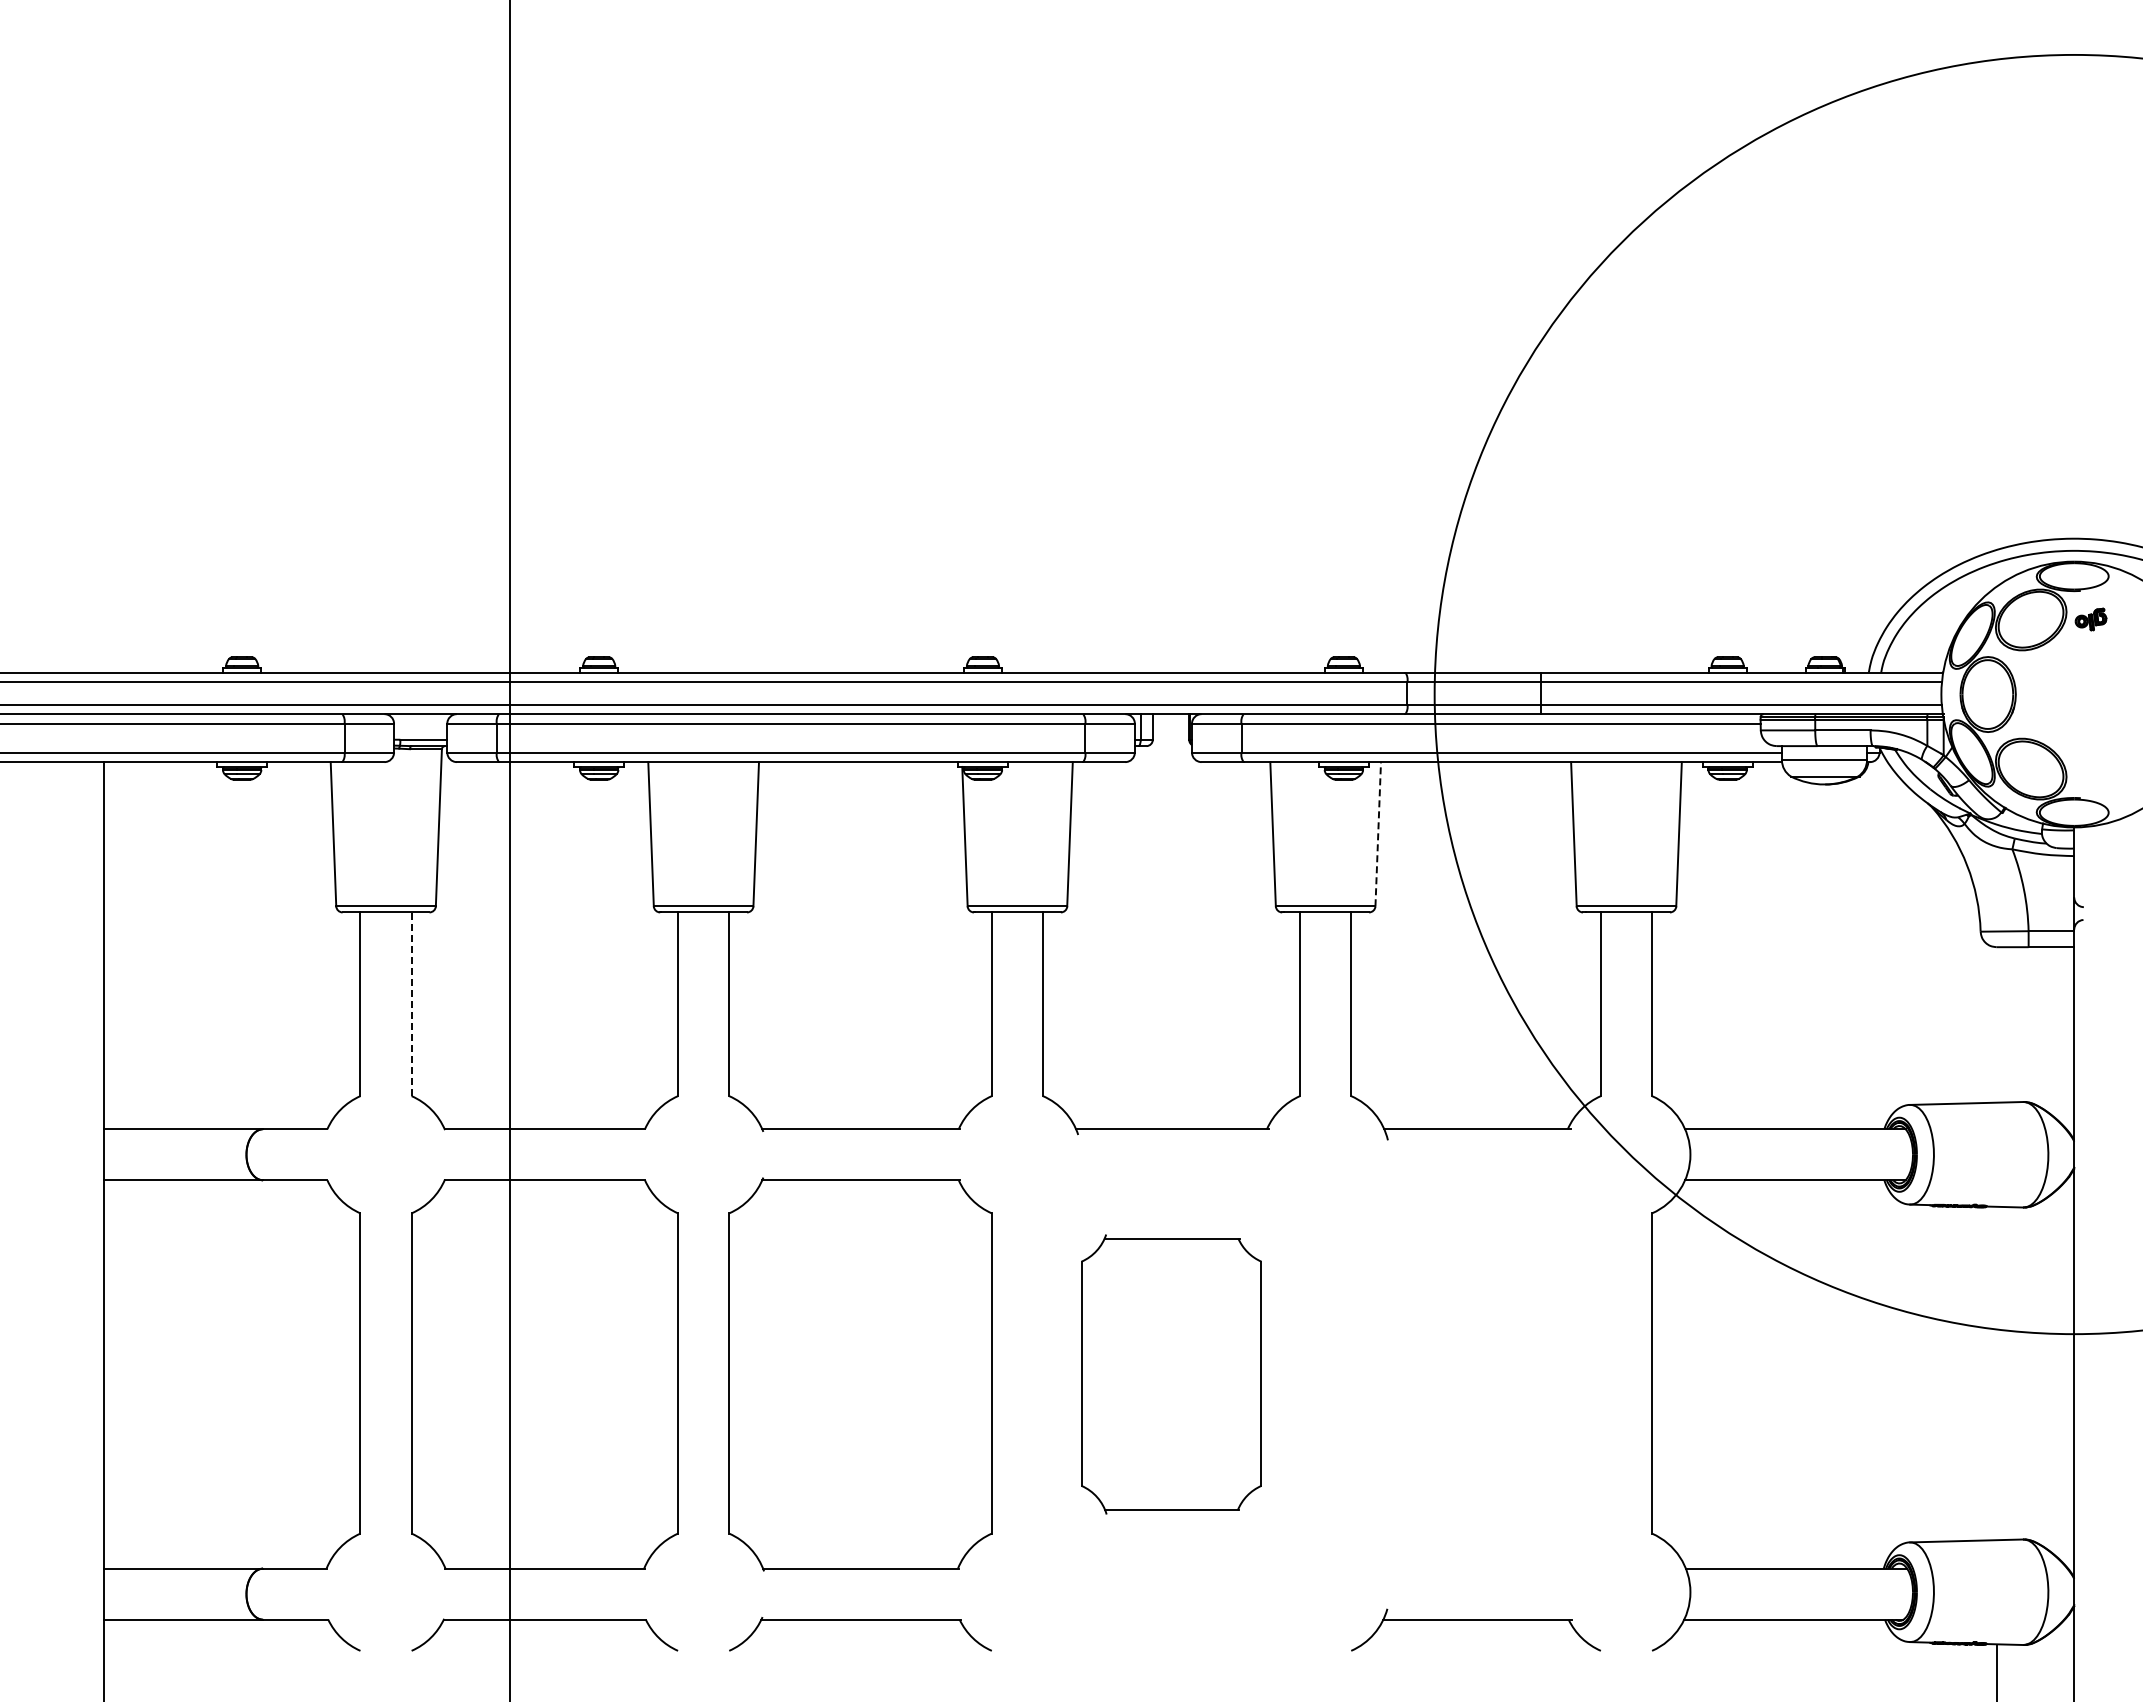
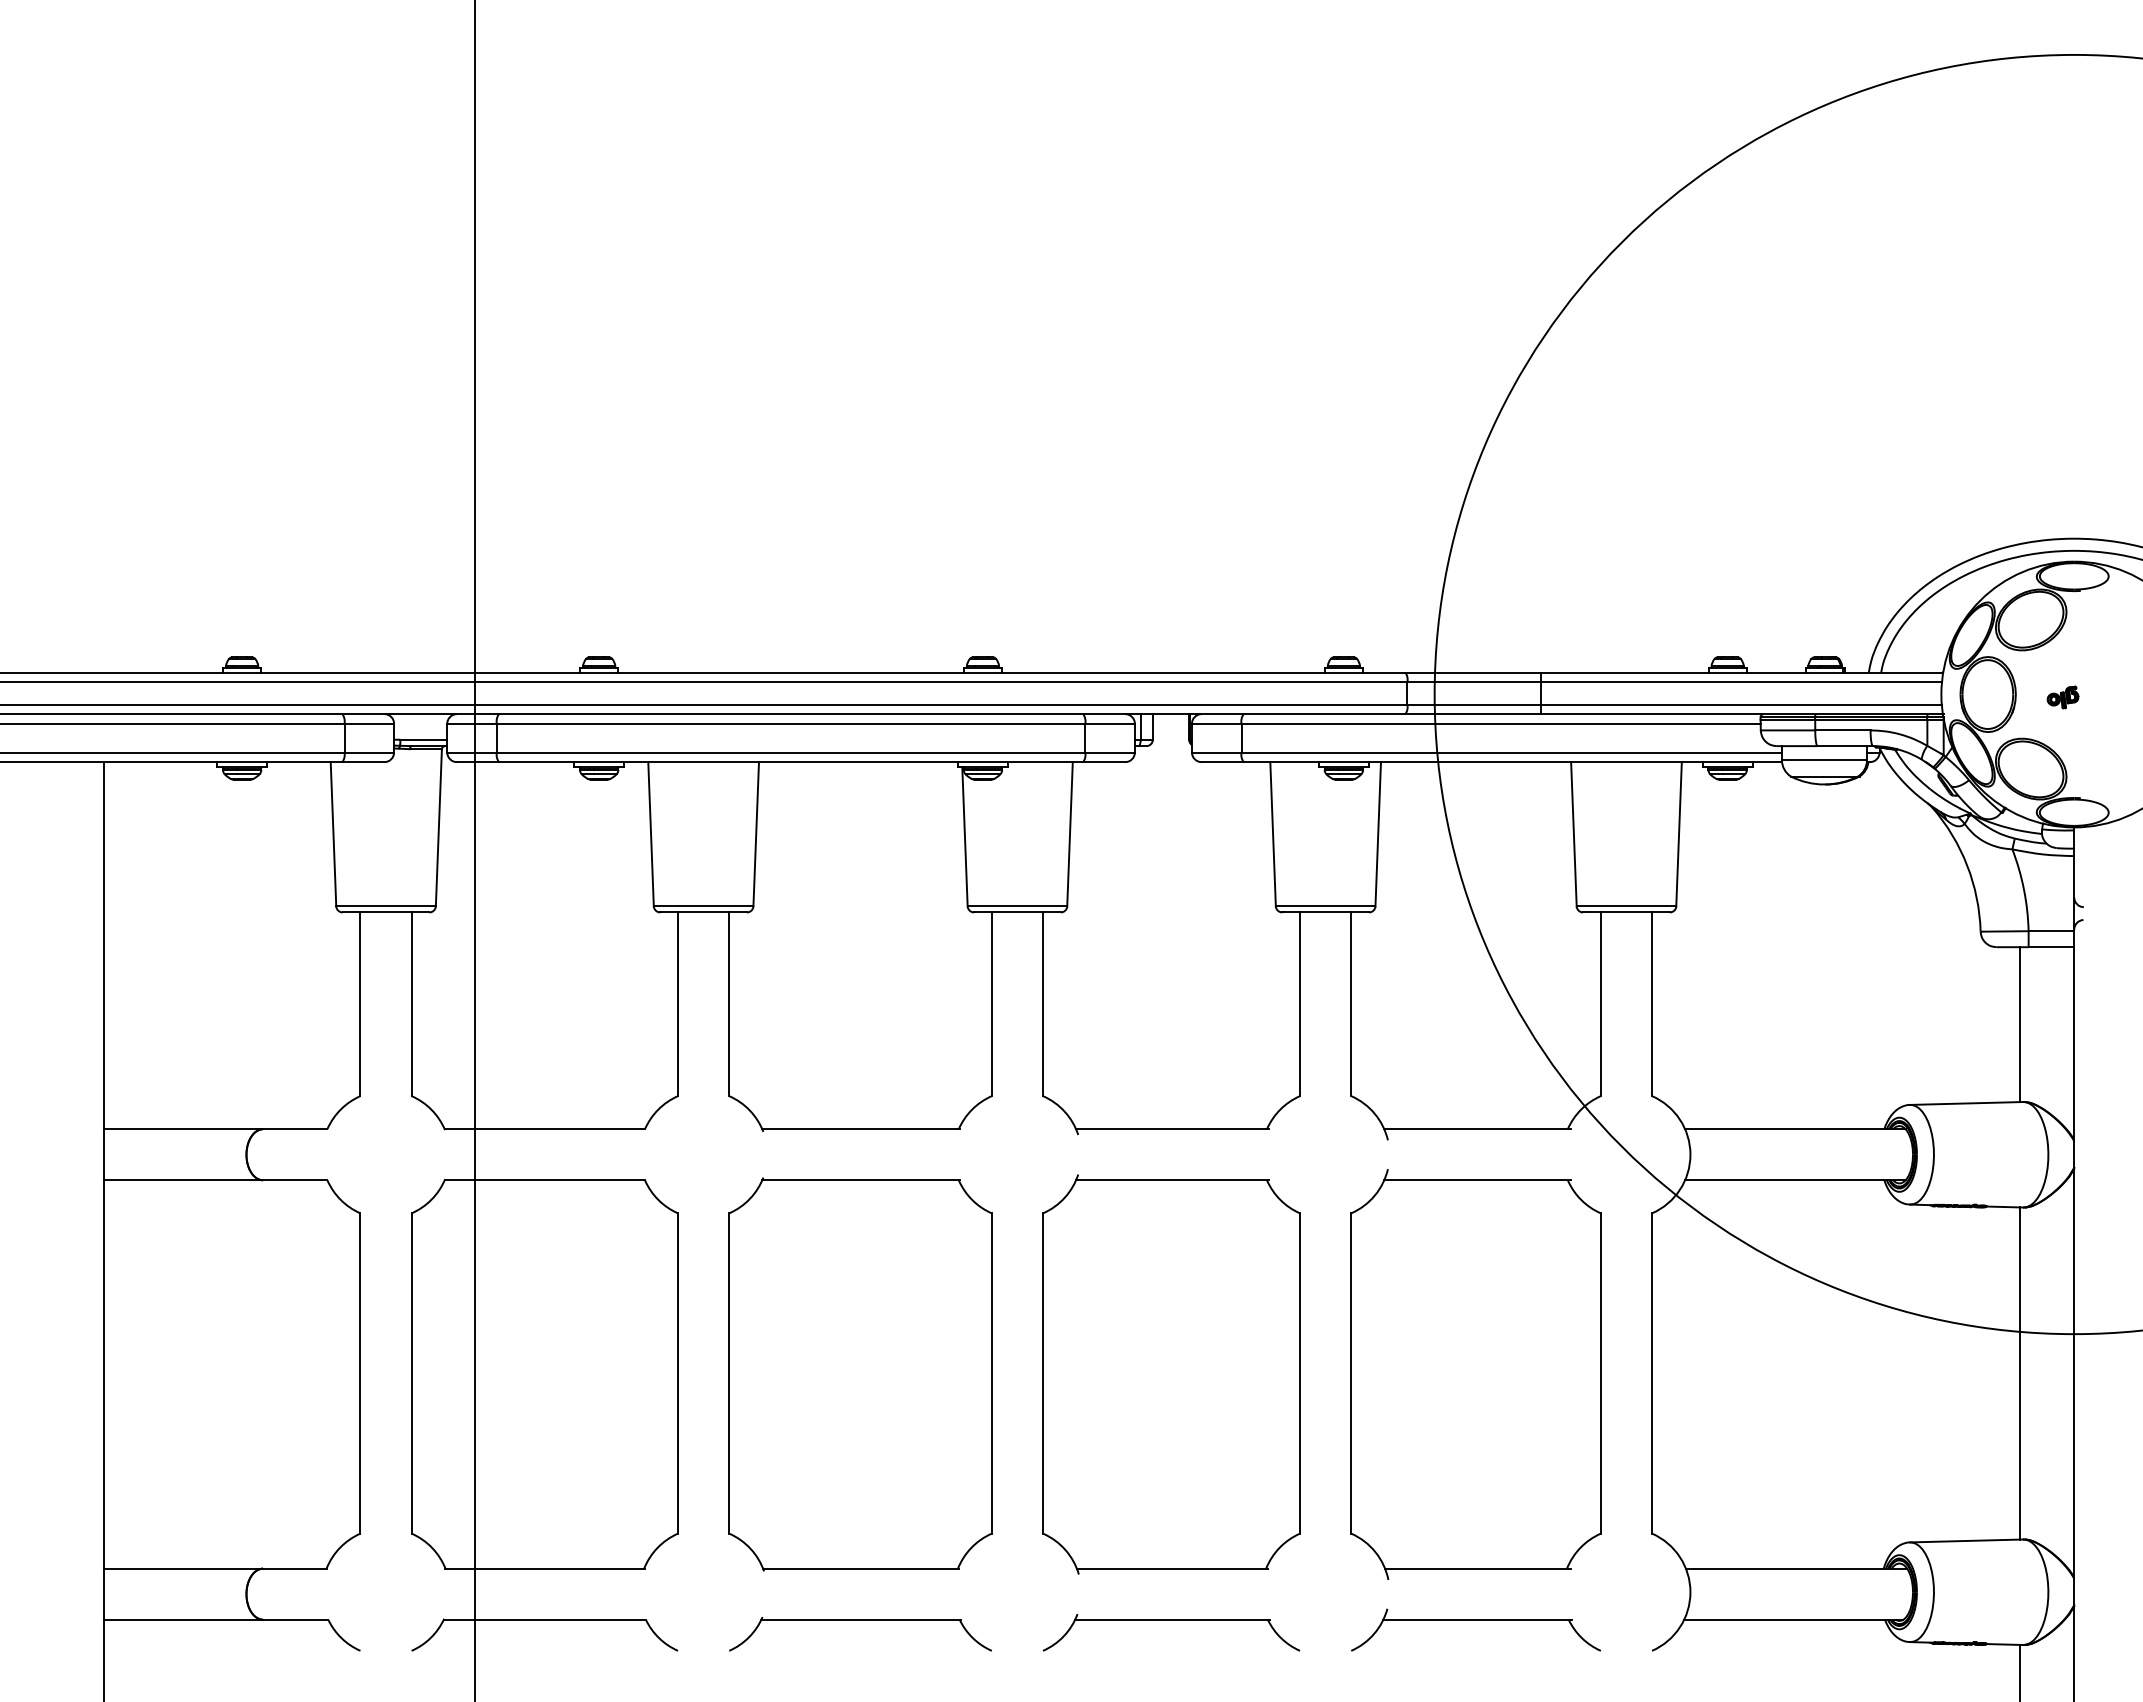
part at (2090, 619) position: (2090, 619) -> (2062, 697)
line at (1378, 833): dashed -> solid
line at (510, 850) position: (510, 850) -> (475, 850)
line at (411, 1004): dashed -> solid
line at (2020, 1024): none -> present
line at (2020, 1373): none -> present
part at (1171, 1374) size: 181x281 px -> 259x401 px
part at (1475, 1374): none -> present
part at (1171, 1620): none -> present
line at (1997, 1671) position: (1997, 1671) -> (2020, 1671)
